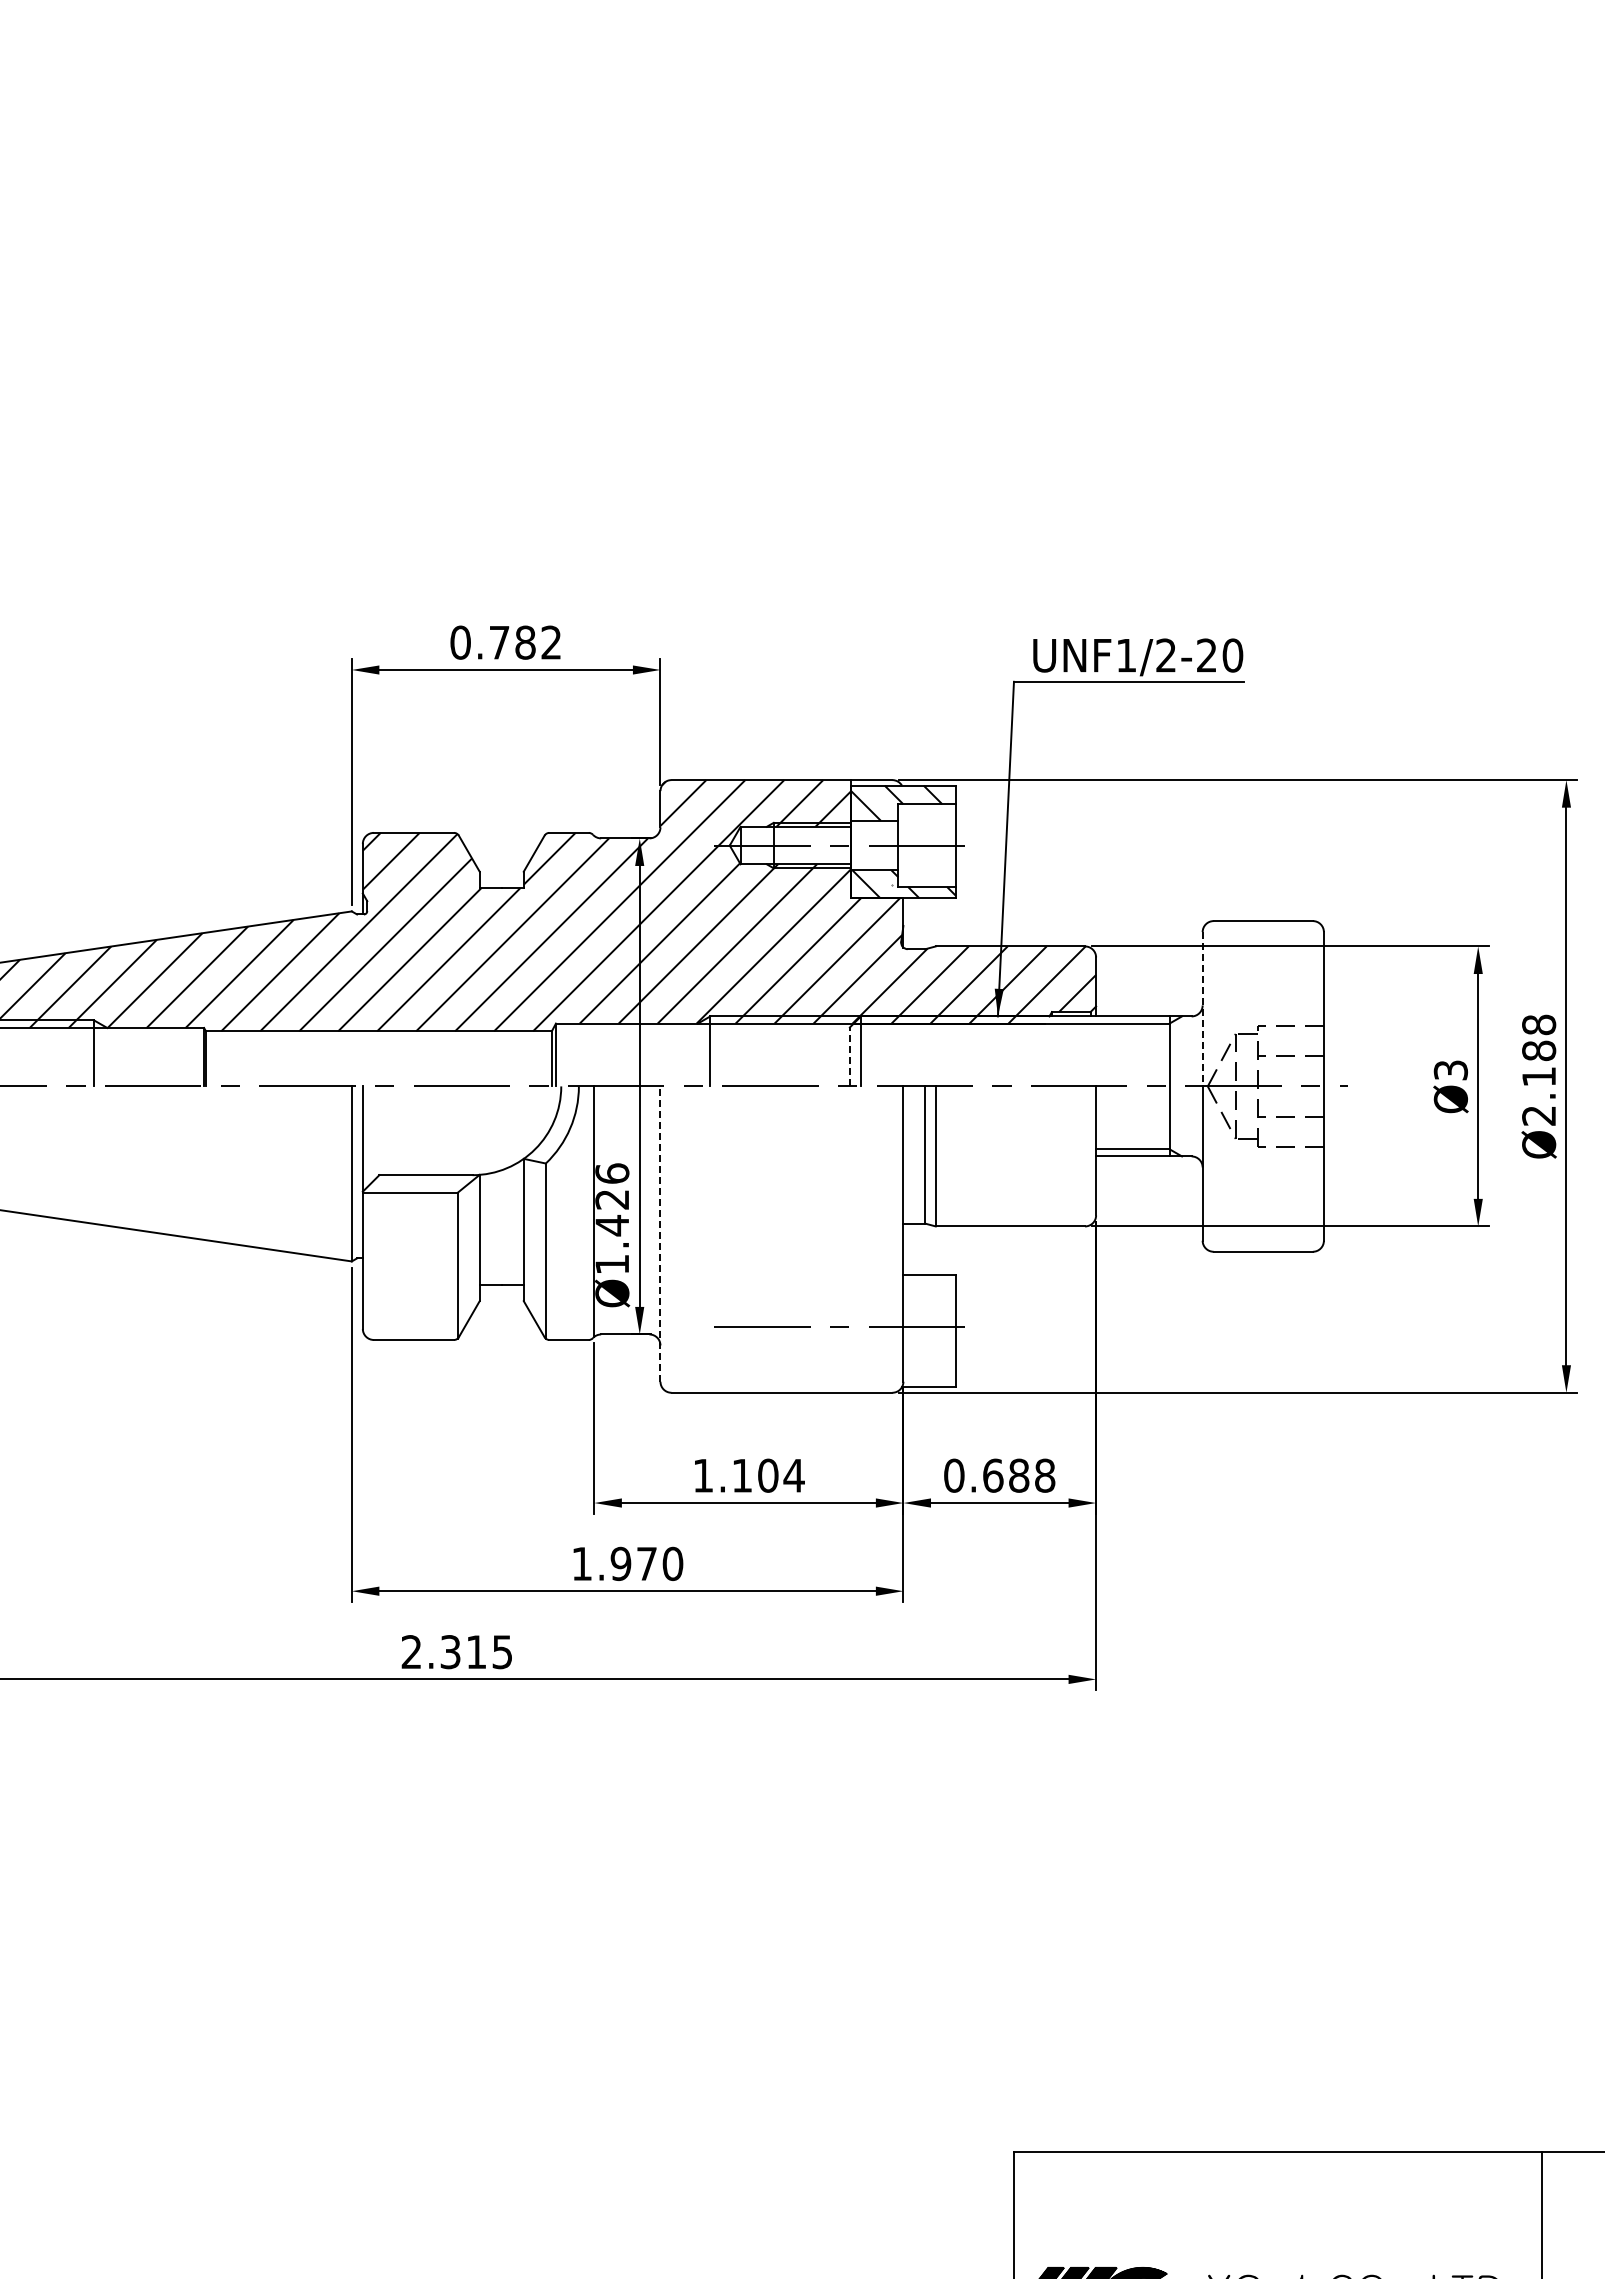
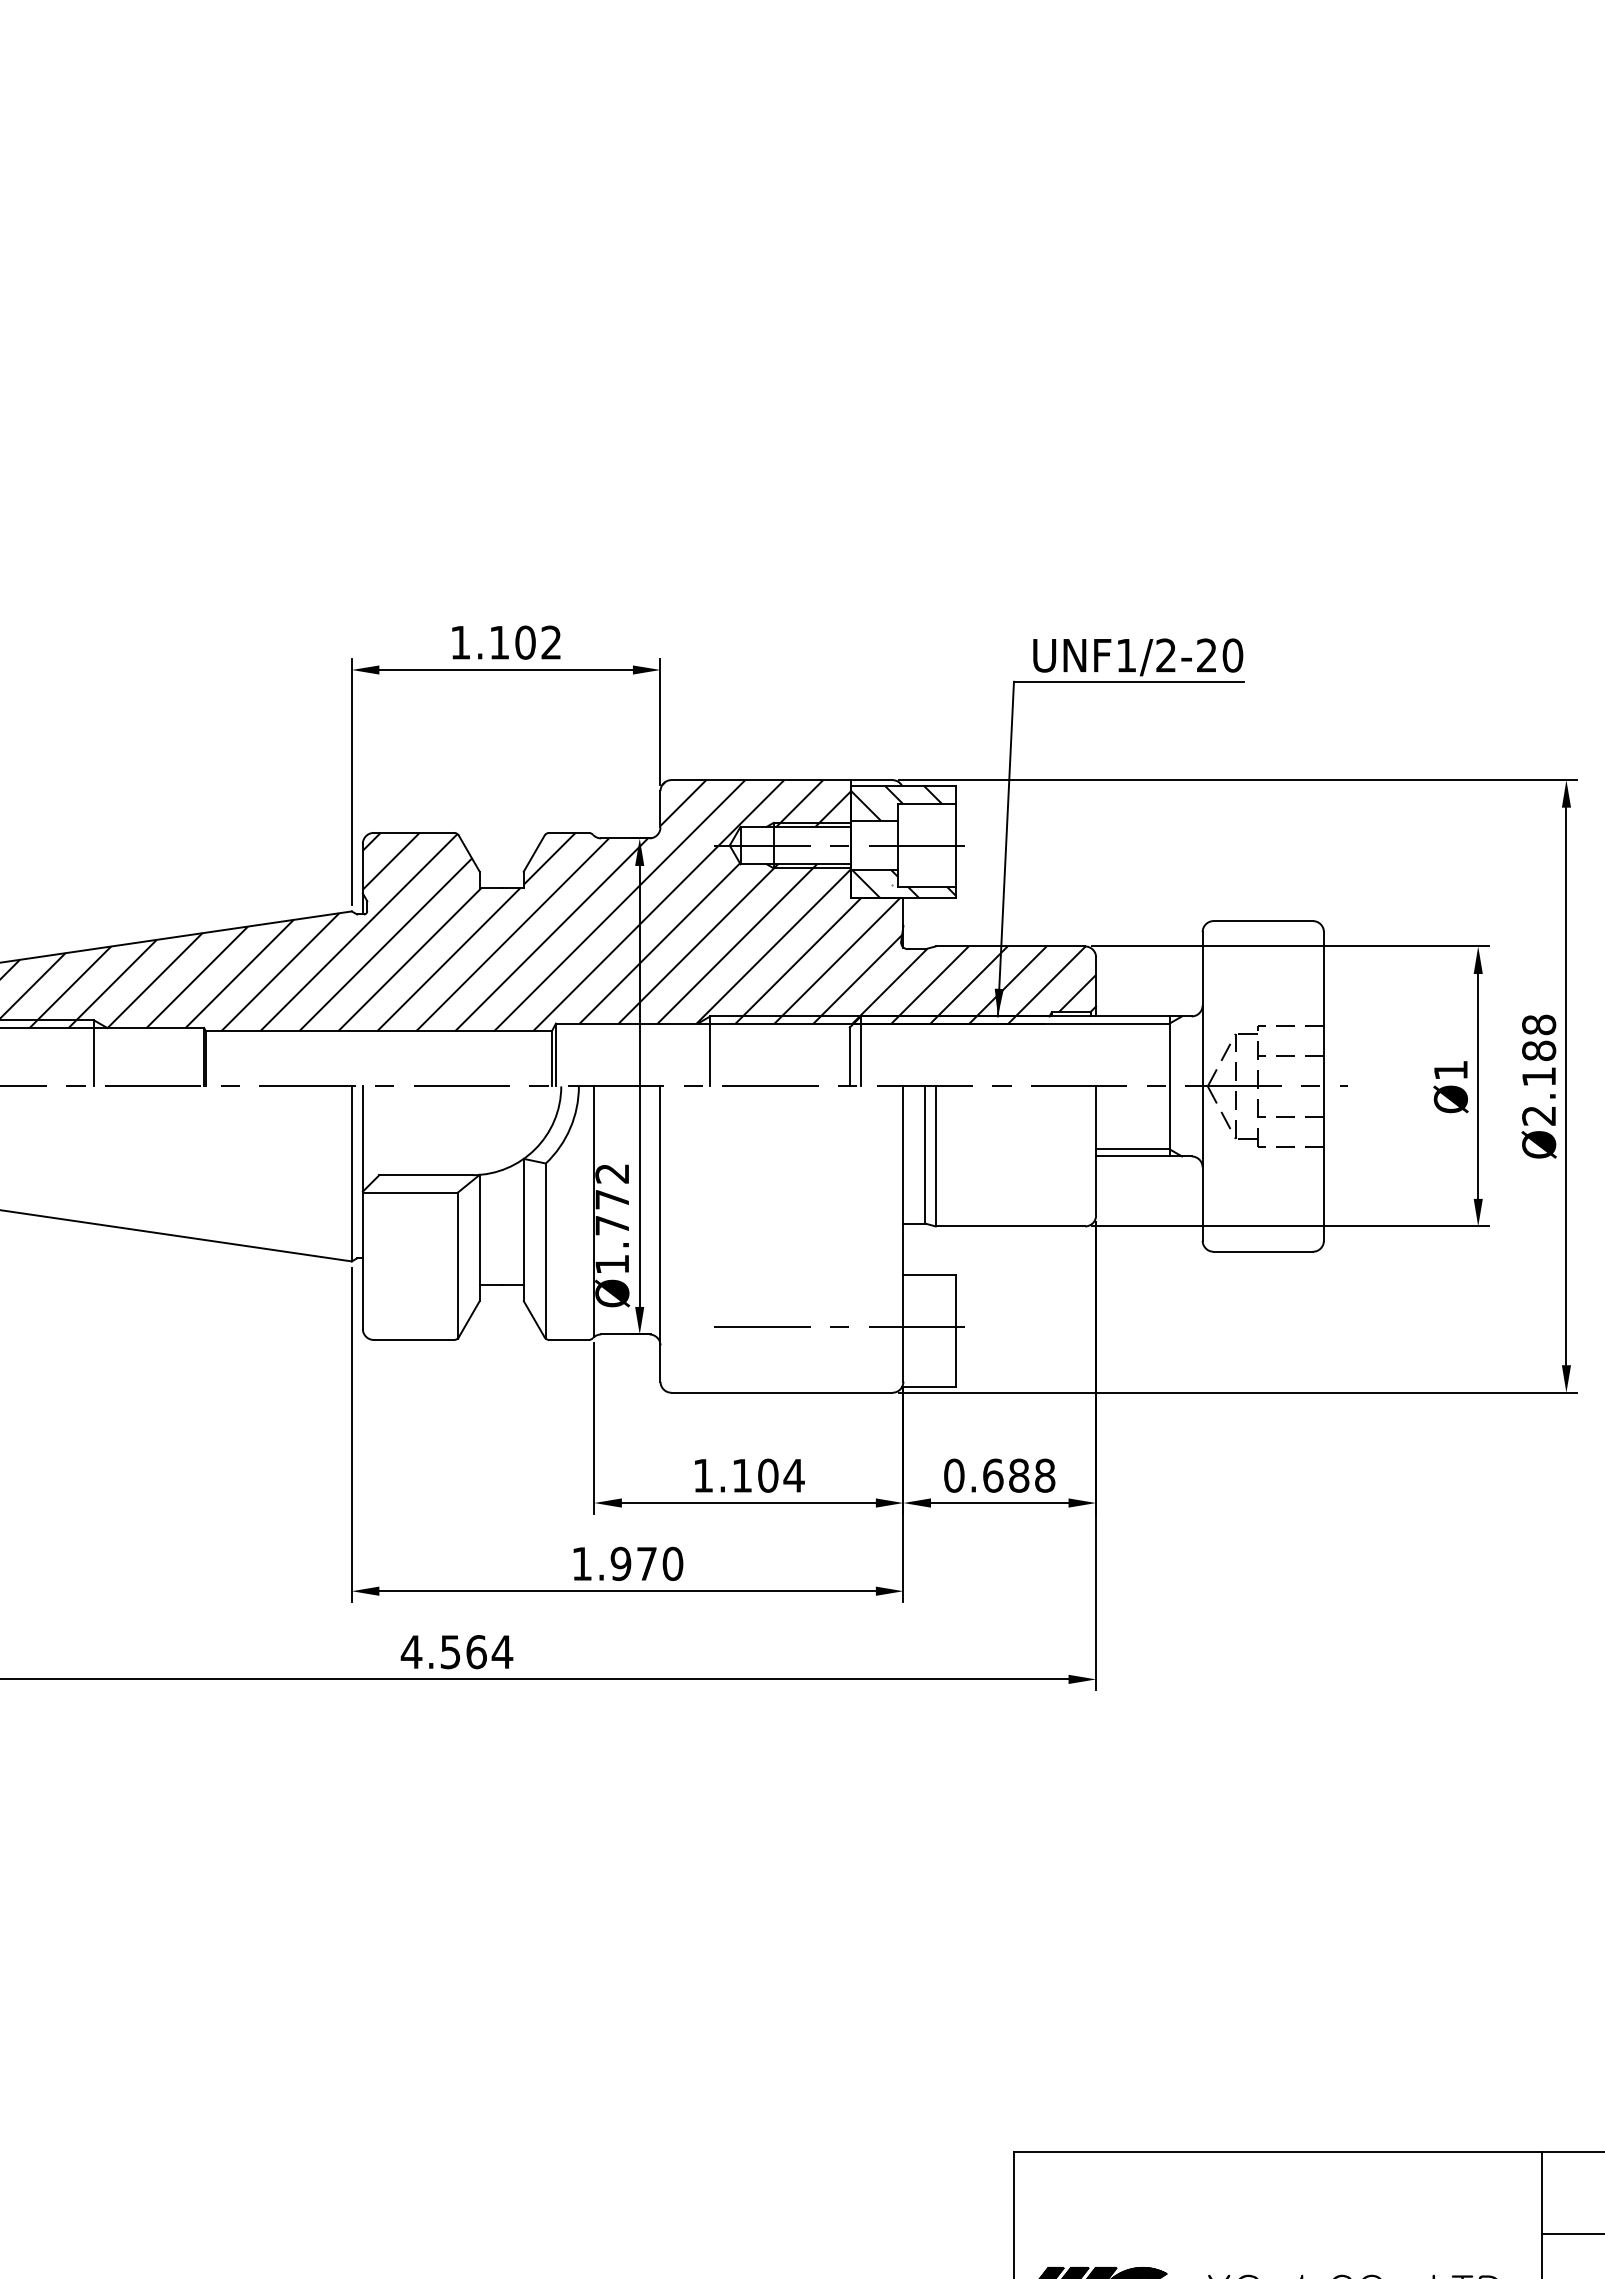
text at (492, 642): 0.782 -> 1.102
line at (1202, 1009): dashed -> solid
line at (849, 1056): dashed -> solid
text at (1450, 1070): Ø3 -> Ø1
text at (612, 1199): Ø1.426 -> Ø1.772
line at (660, 1234): dashed -> solid
text at (456, 1652): 2.315 -> 4.564
line at (1571, 2234): none -> present
